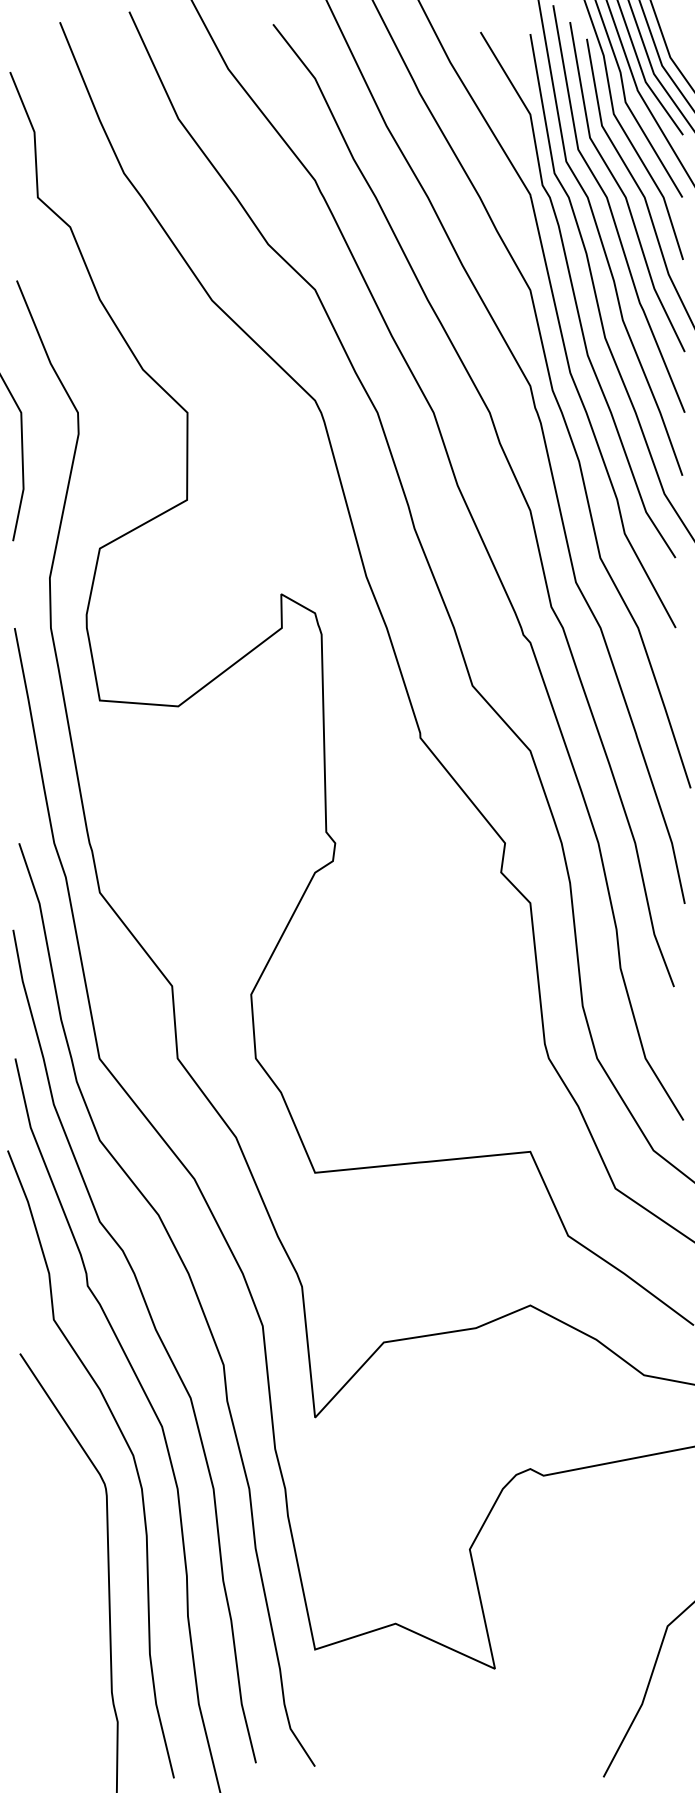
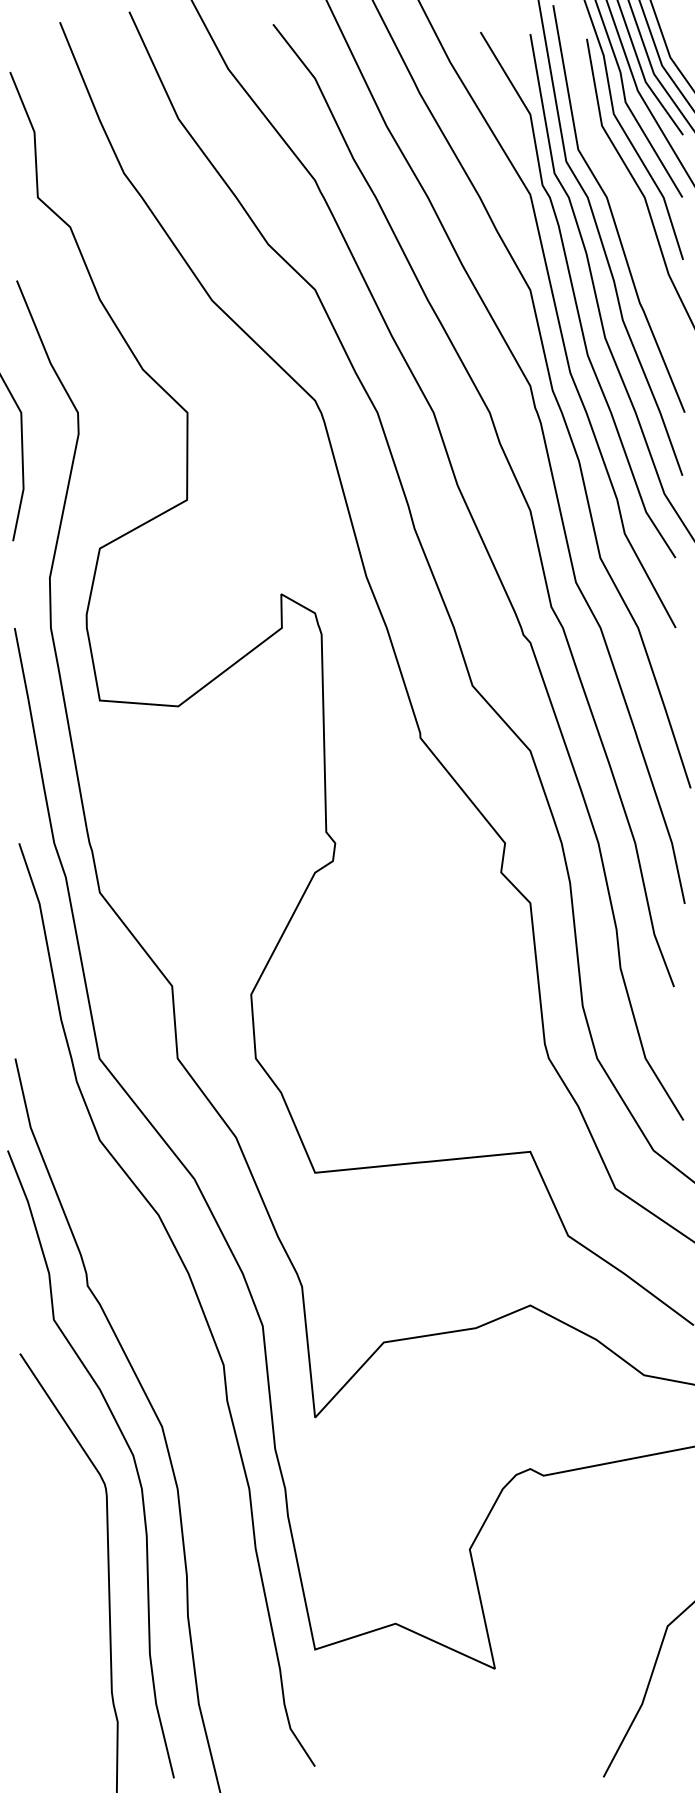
line at (622, 189): present -> none
curve at (157, 1335): present -> none
